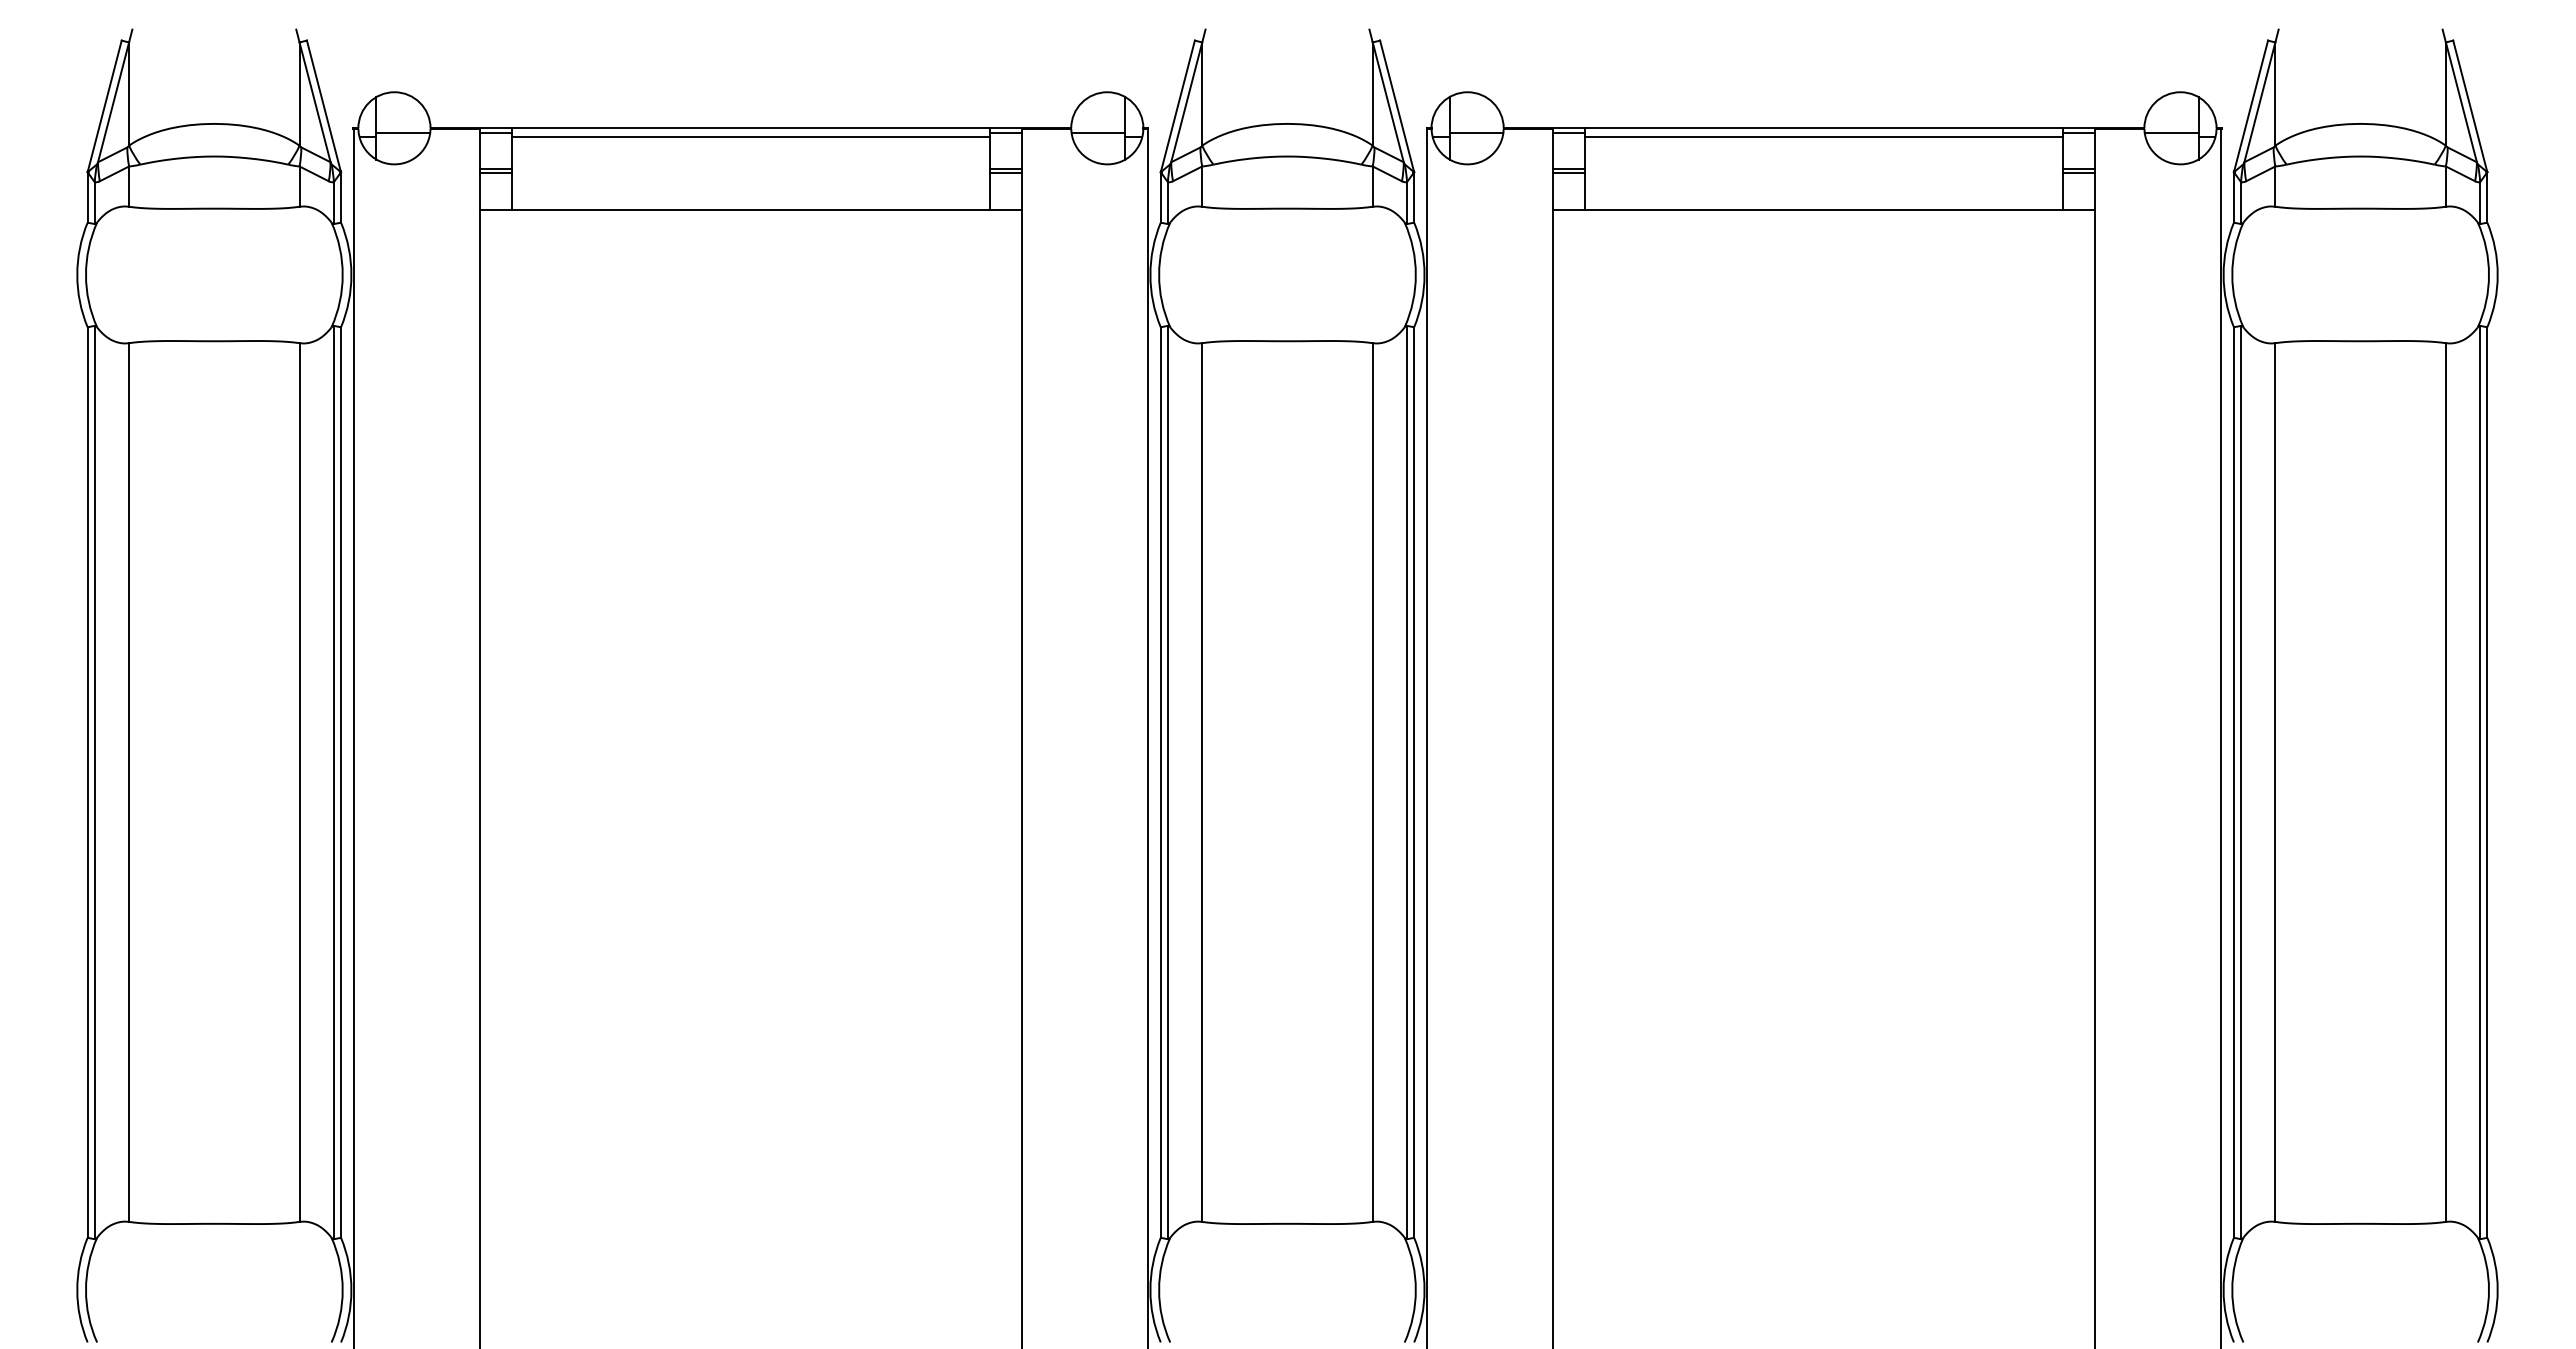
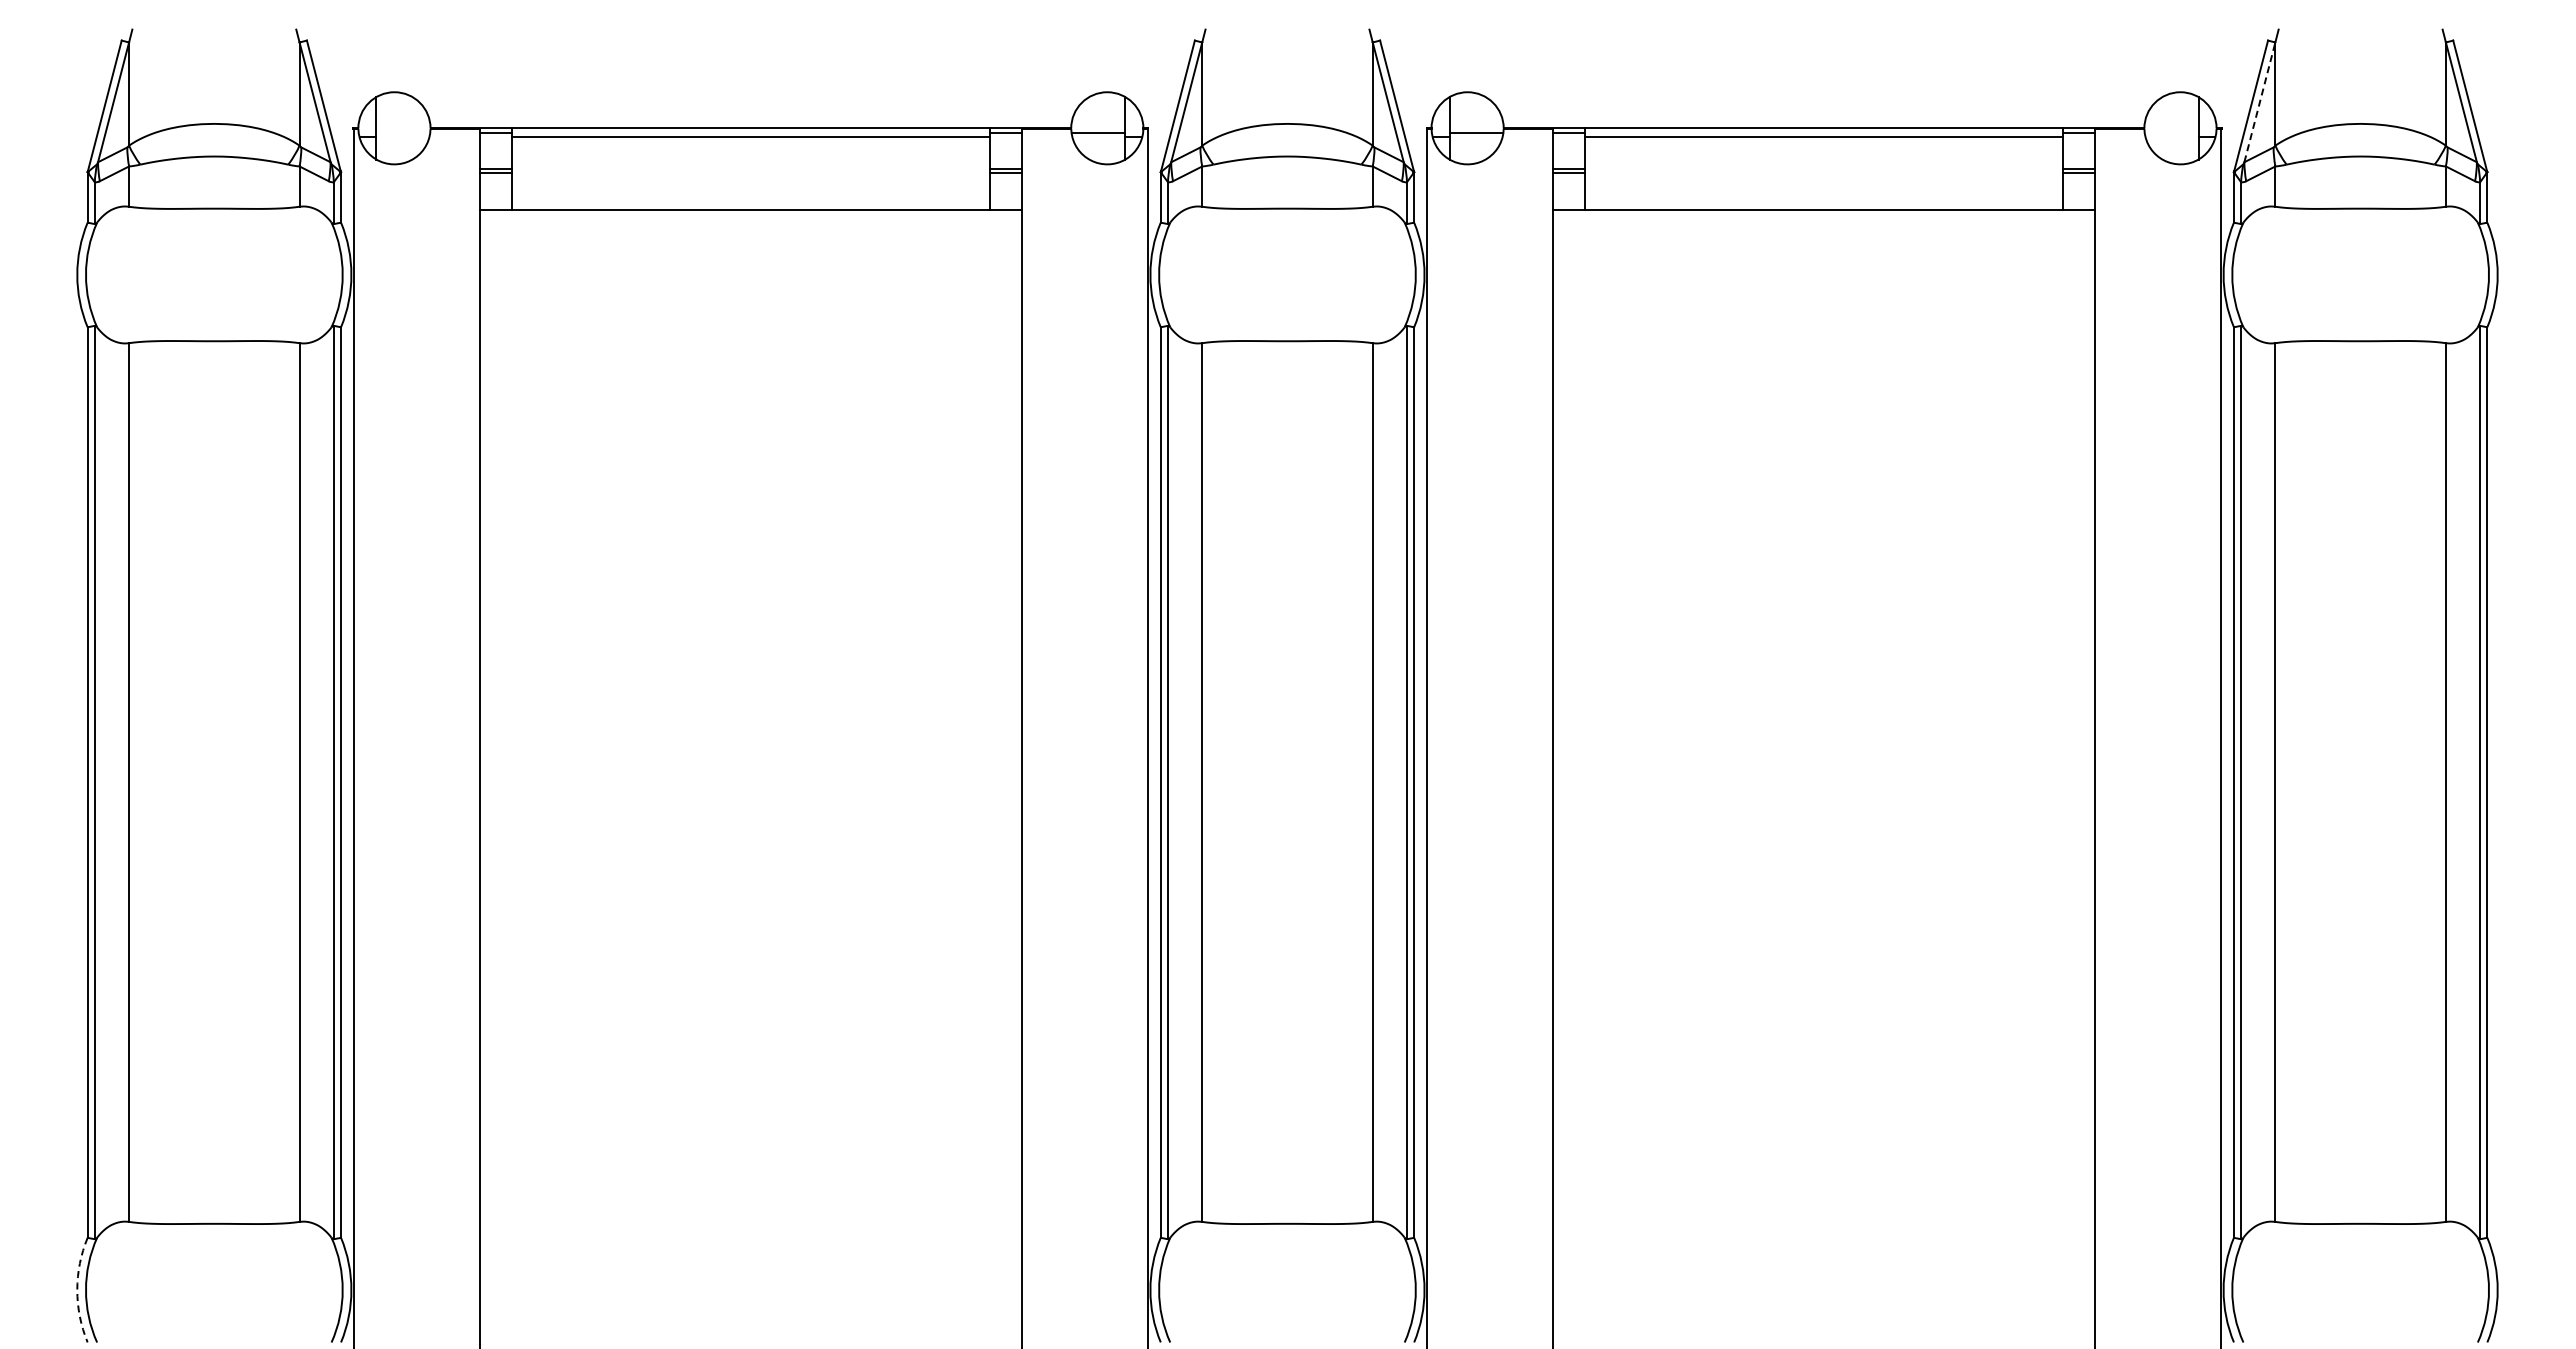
line at (2259, 102): solid -> dashed
line at (403, 132): present -> none
line at (2171, 132): present -> none
arc at (77, 1290): solid -> dashed
